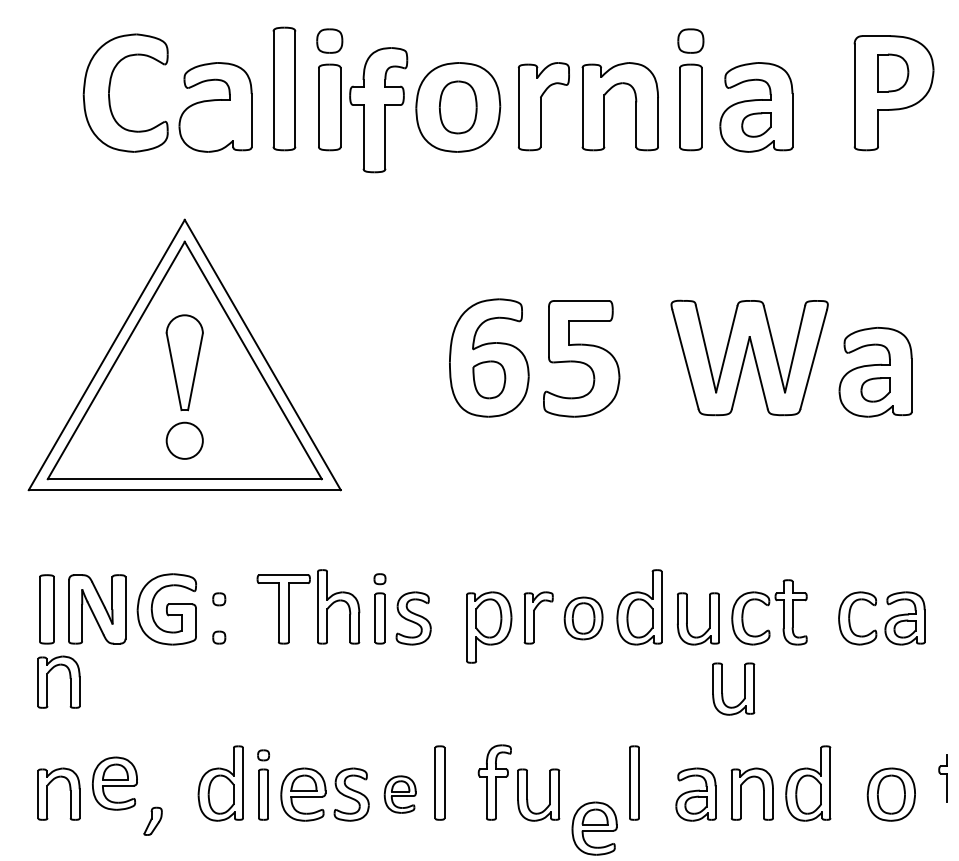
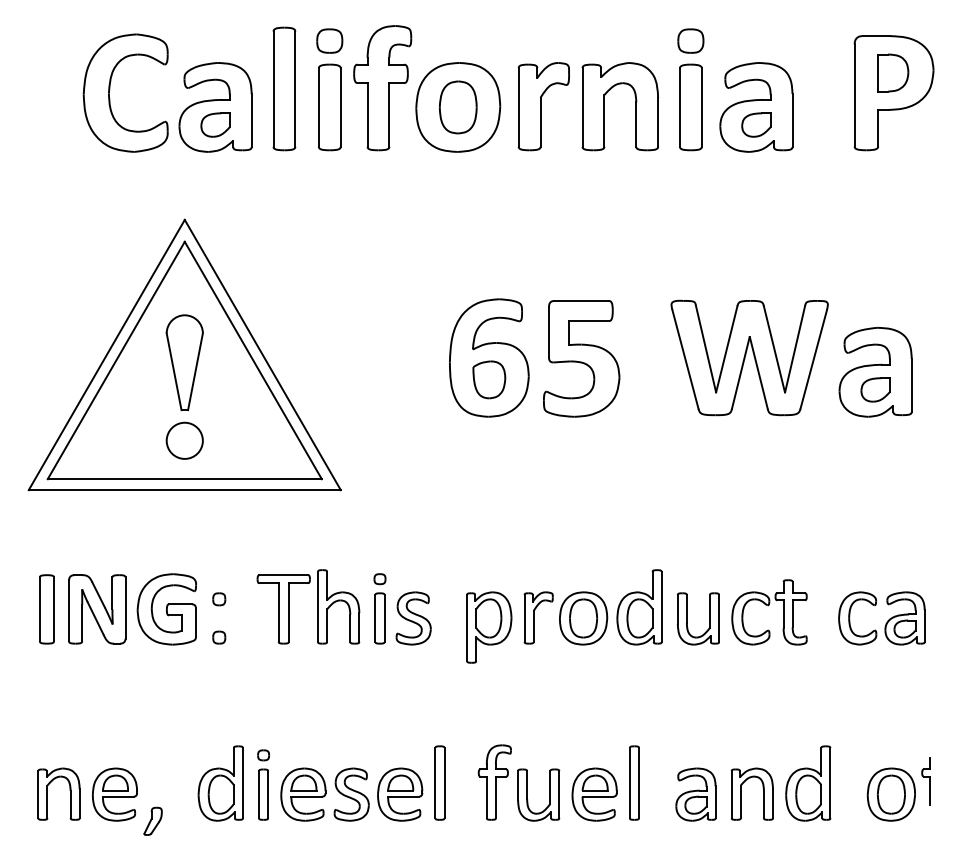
part at (378, 110) position: (378, 110) -> (382, 88)
part at (215, 124): none -> present
part at (583, 618) size: 41x45 px -> 50x55 px
part at (47, 681): present -> none
part at (722, 688): present -> none
part at (942, 778) position: (942, 778) -> (925, 781)
part at (114, 783) position: (114, 783) -> (114, 794)
part at (399, 794) size: 34x39 px -> 47x55 px
part at (594, 828) position: (594, 828) -> (594, 794)
